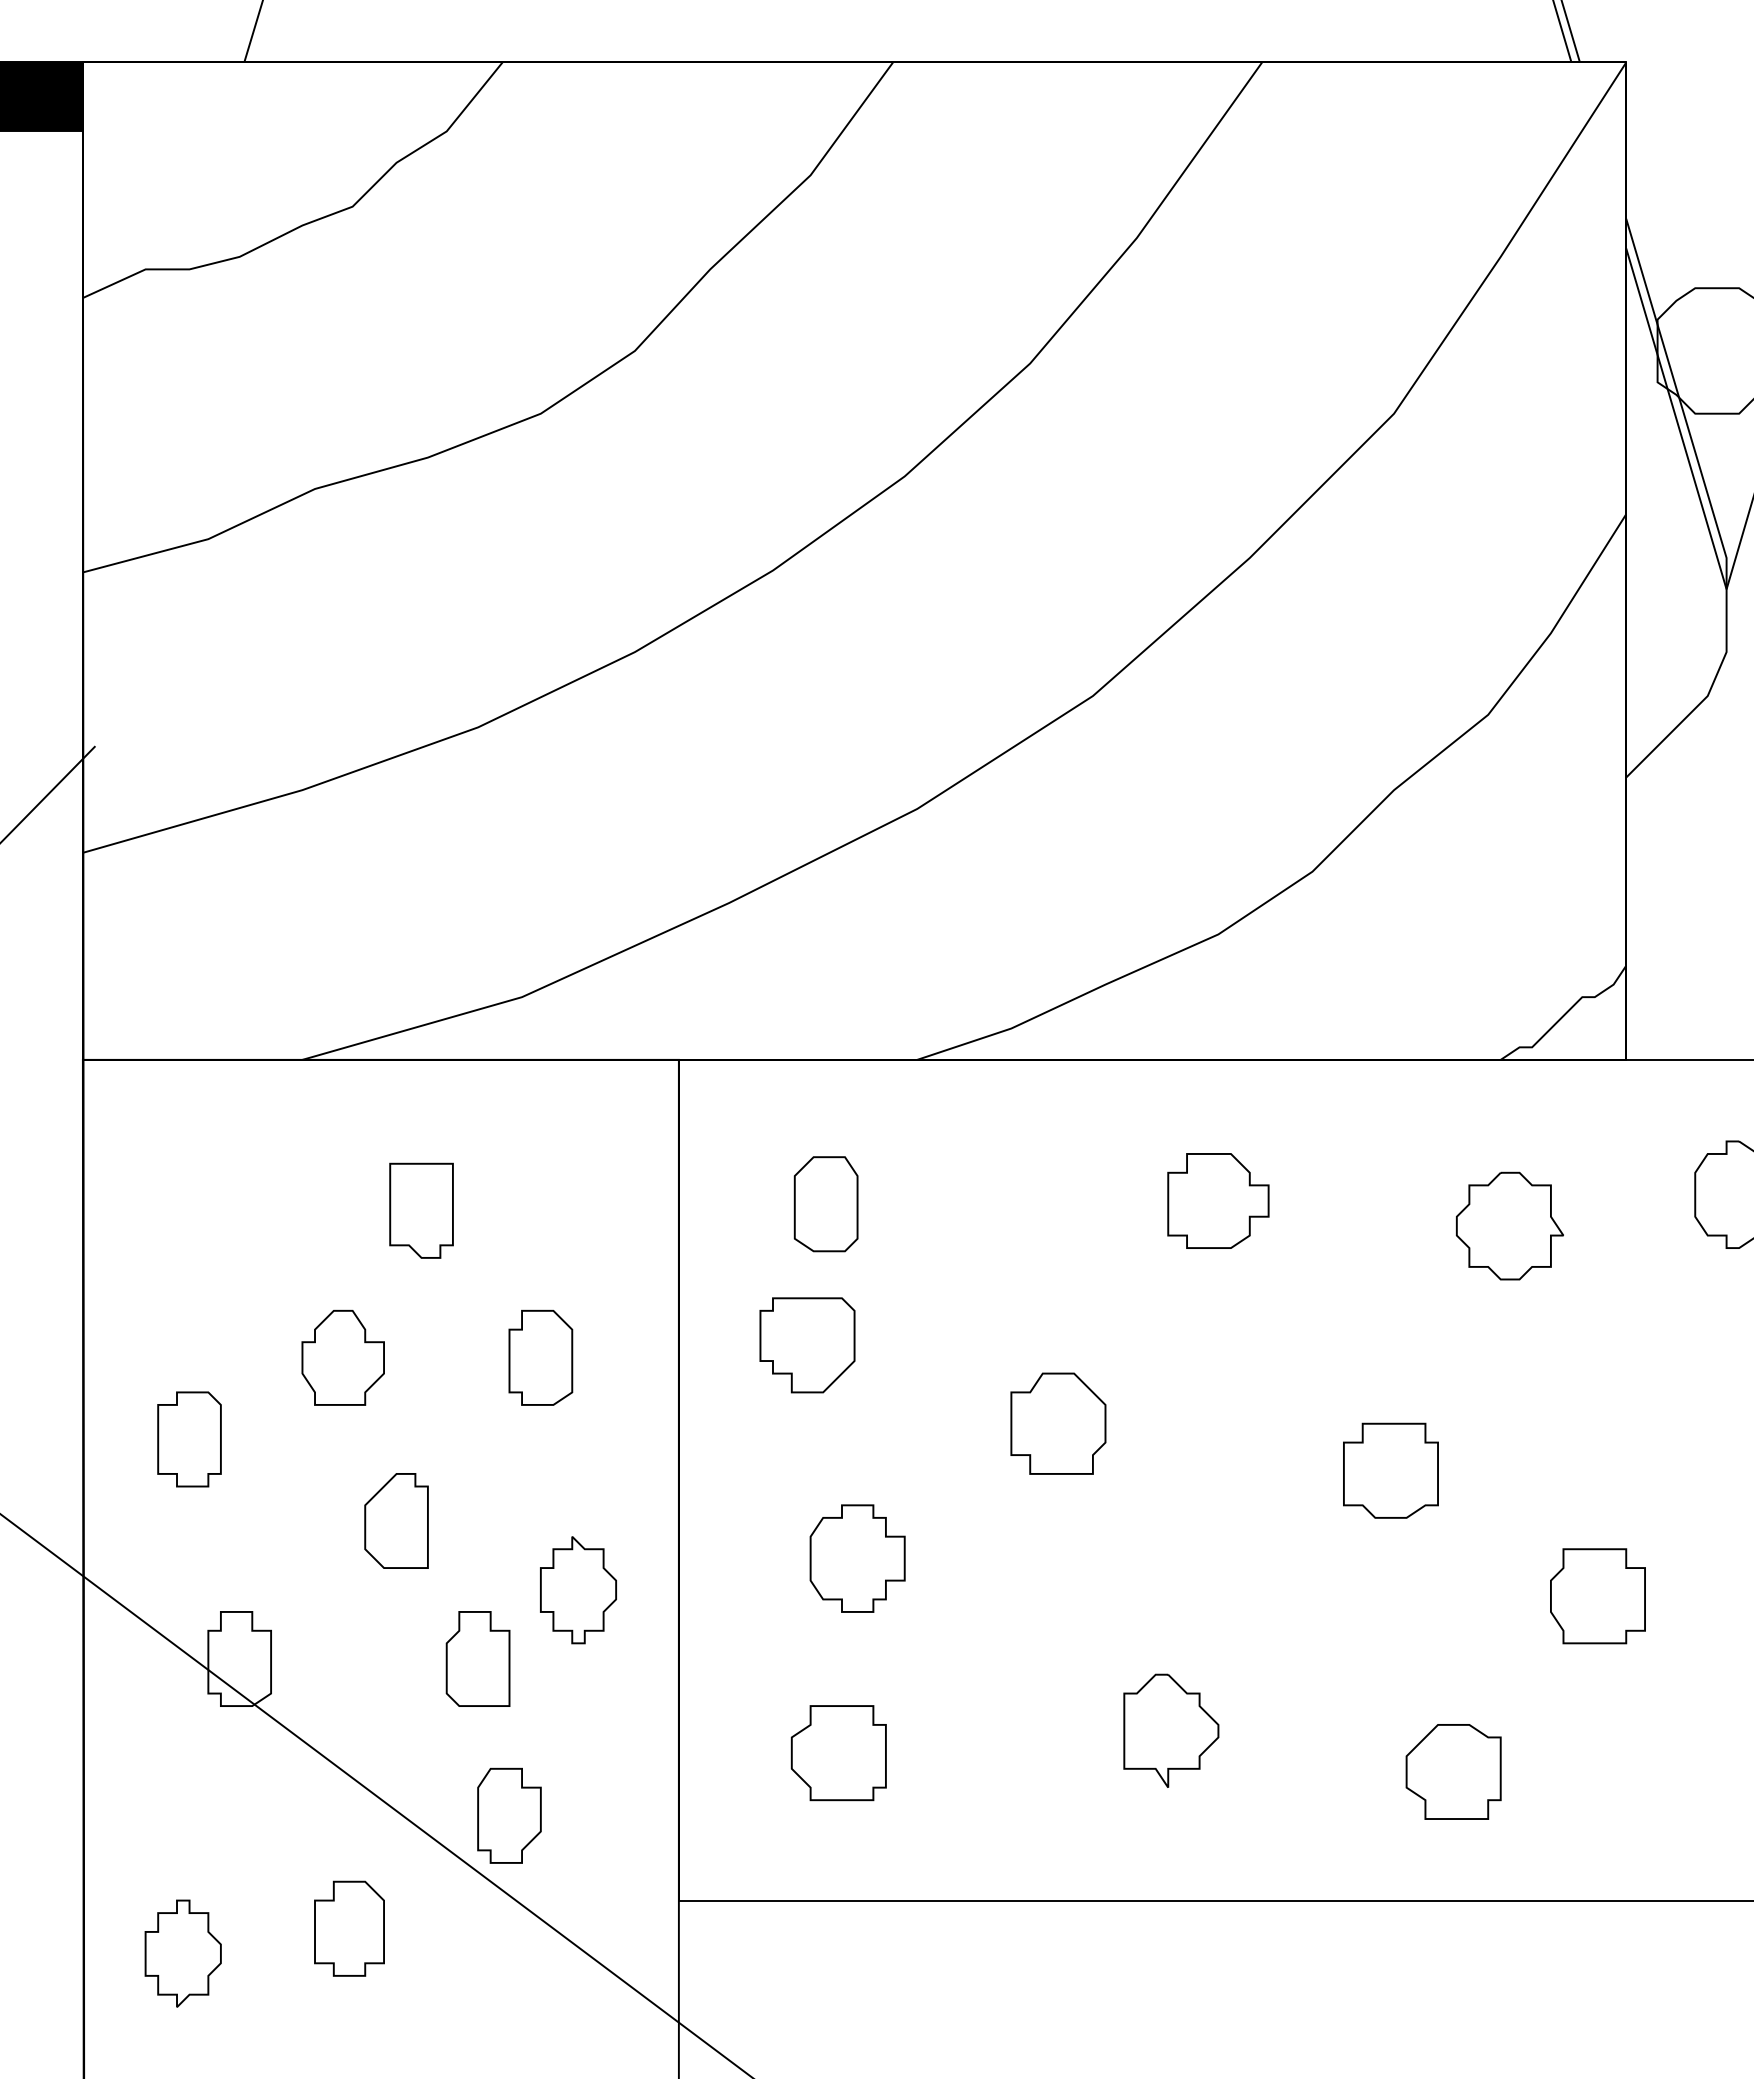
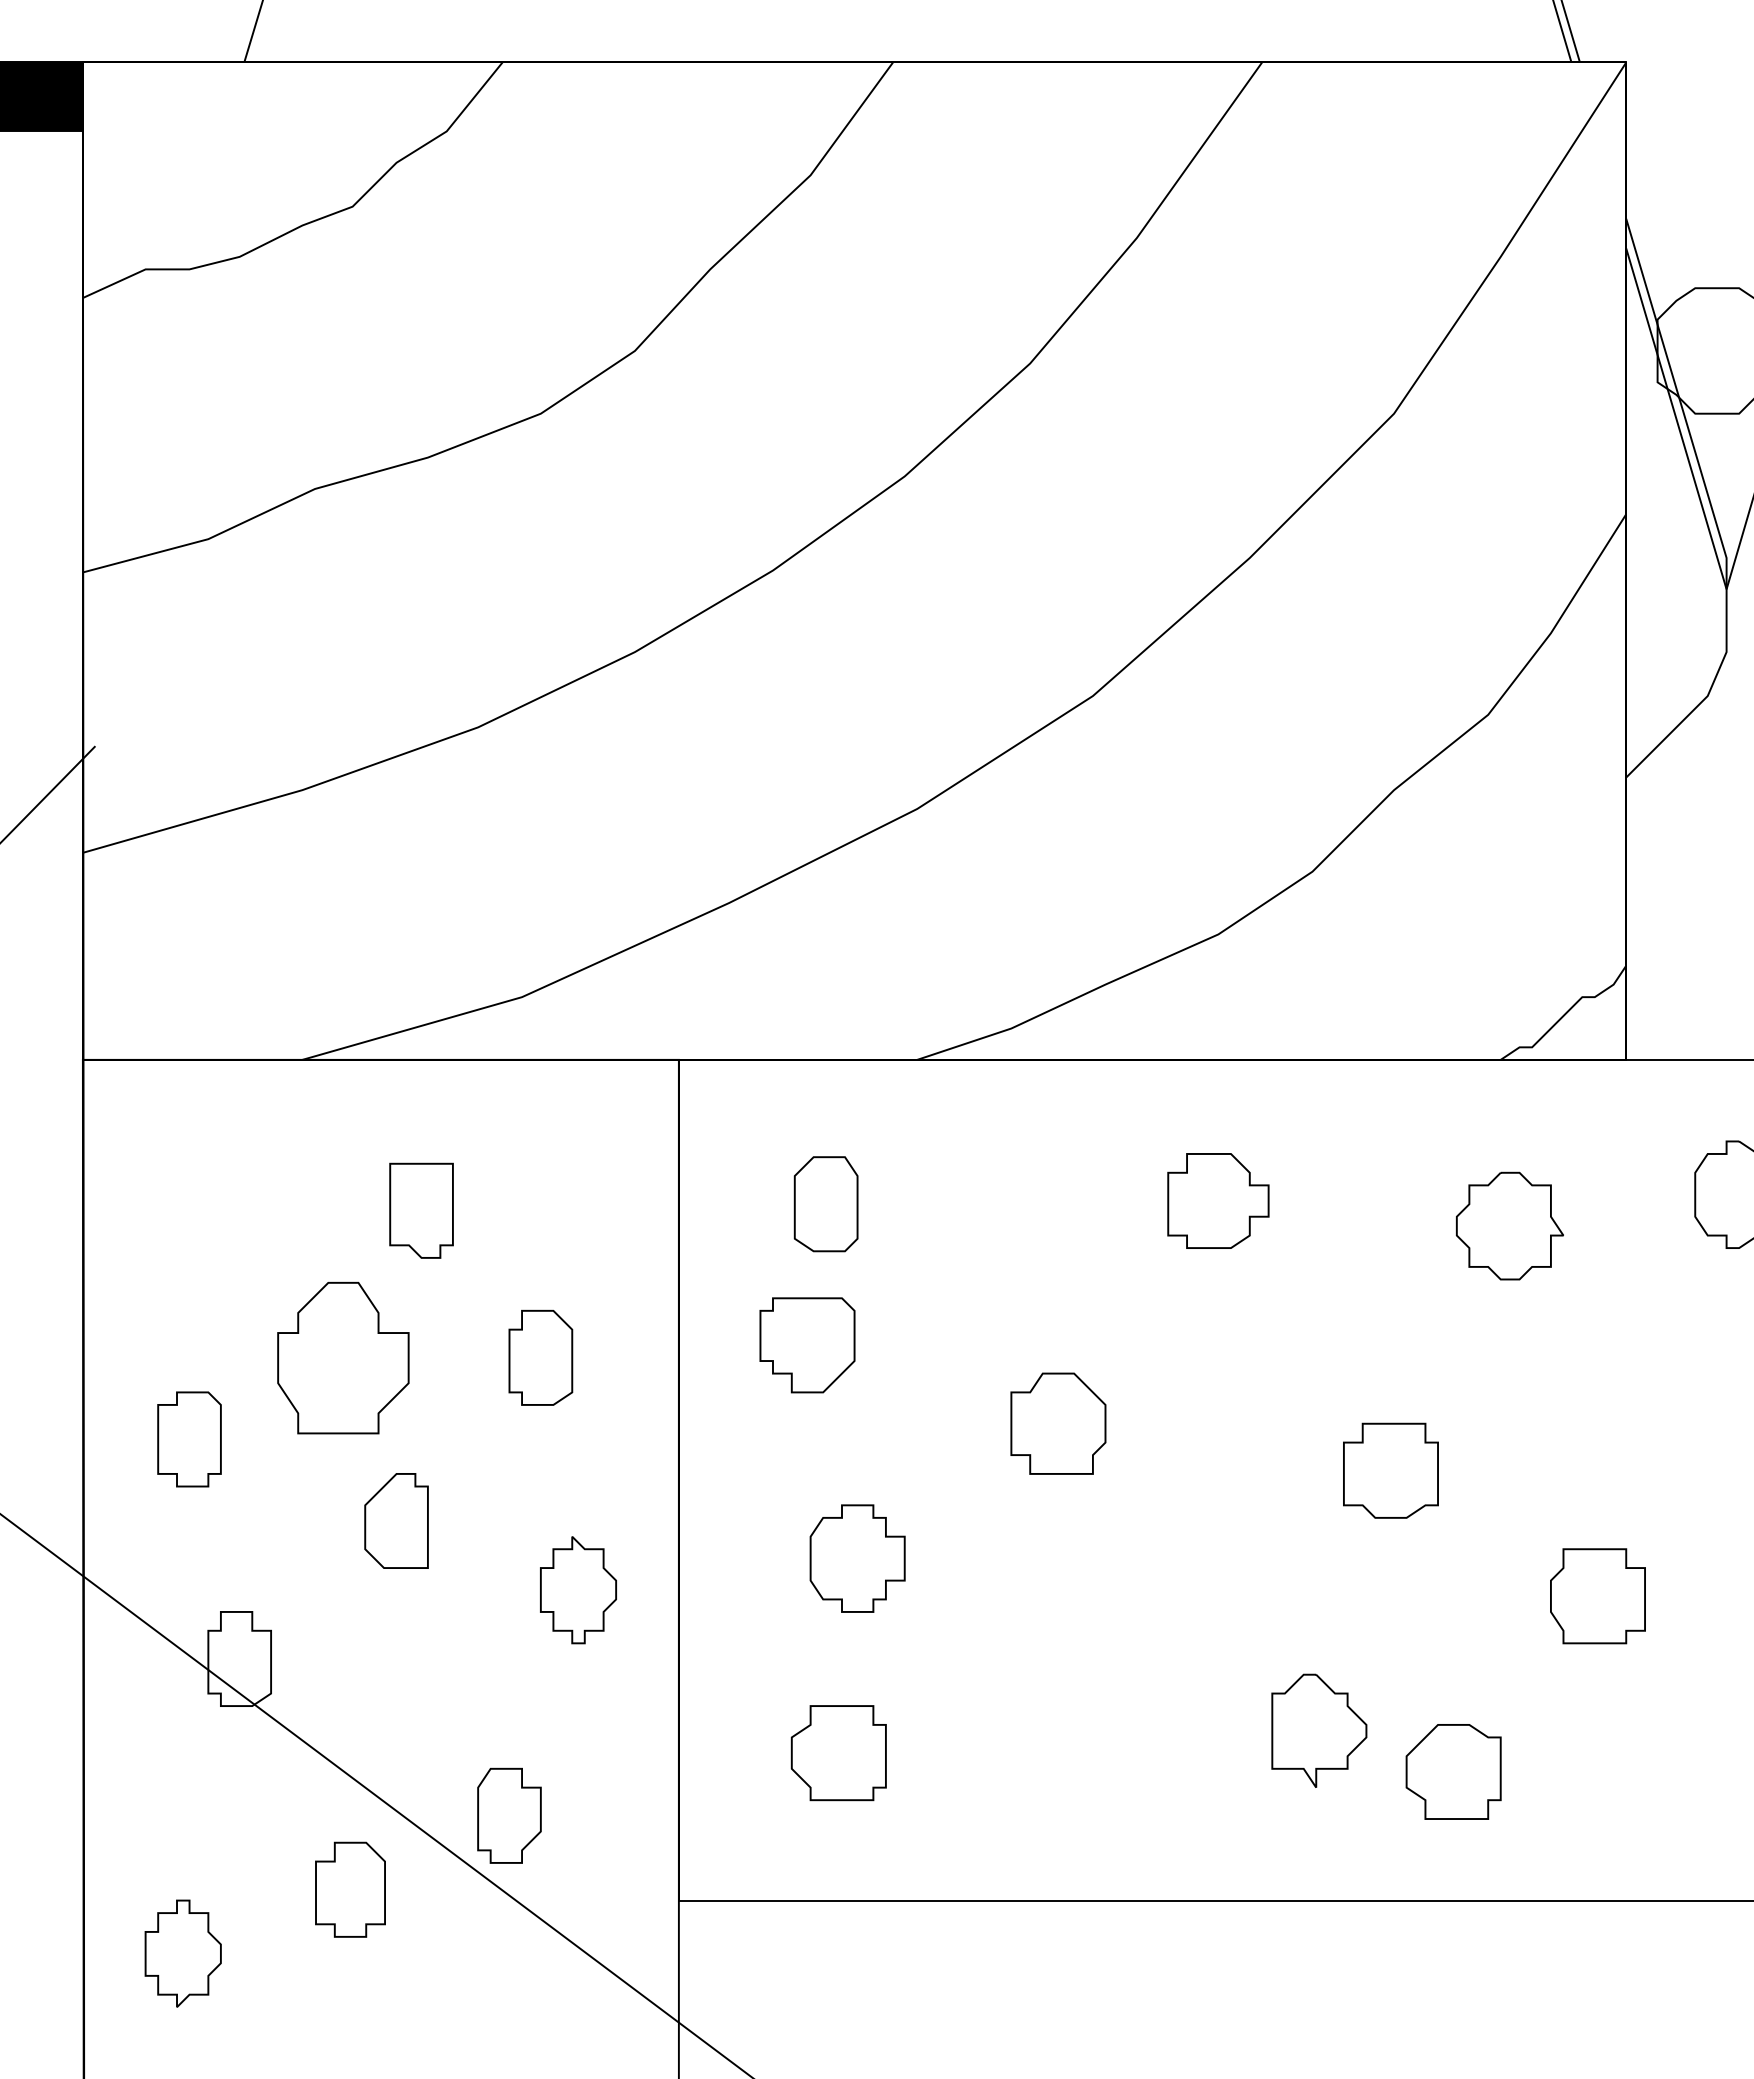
part at (342, 1357) size: 84x97 px -> 133x153 px
part at (477, 1658): present -> none
part at (1171, 1730) position: (1171, 1730) -> (1319, 1730)
part at (349, 1928) position: (349, 1928) -> (350, 1889)
